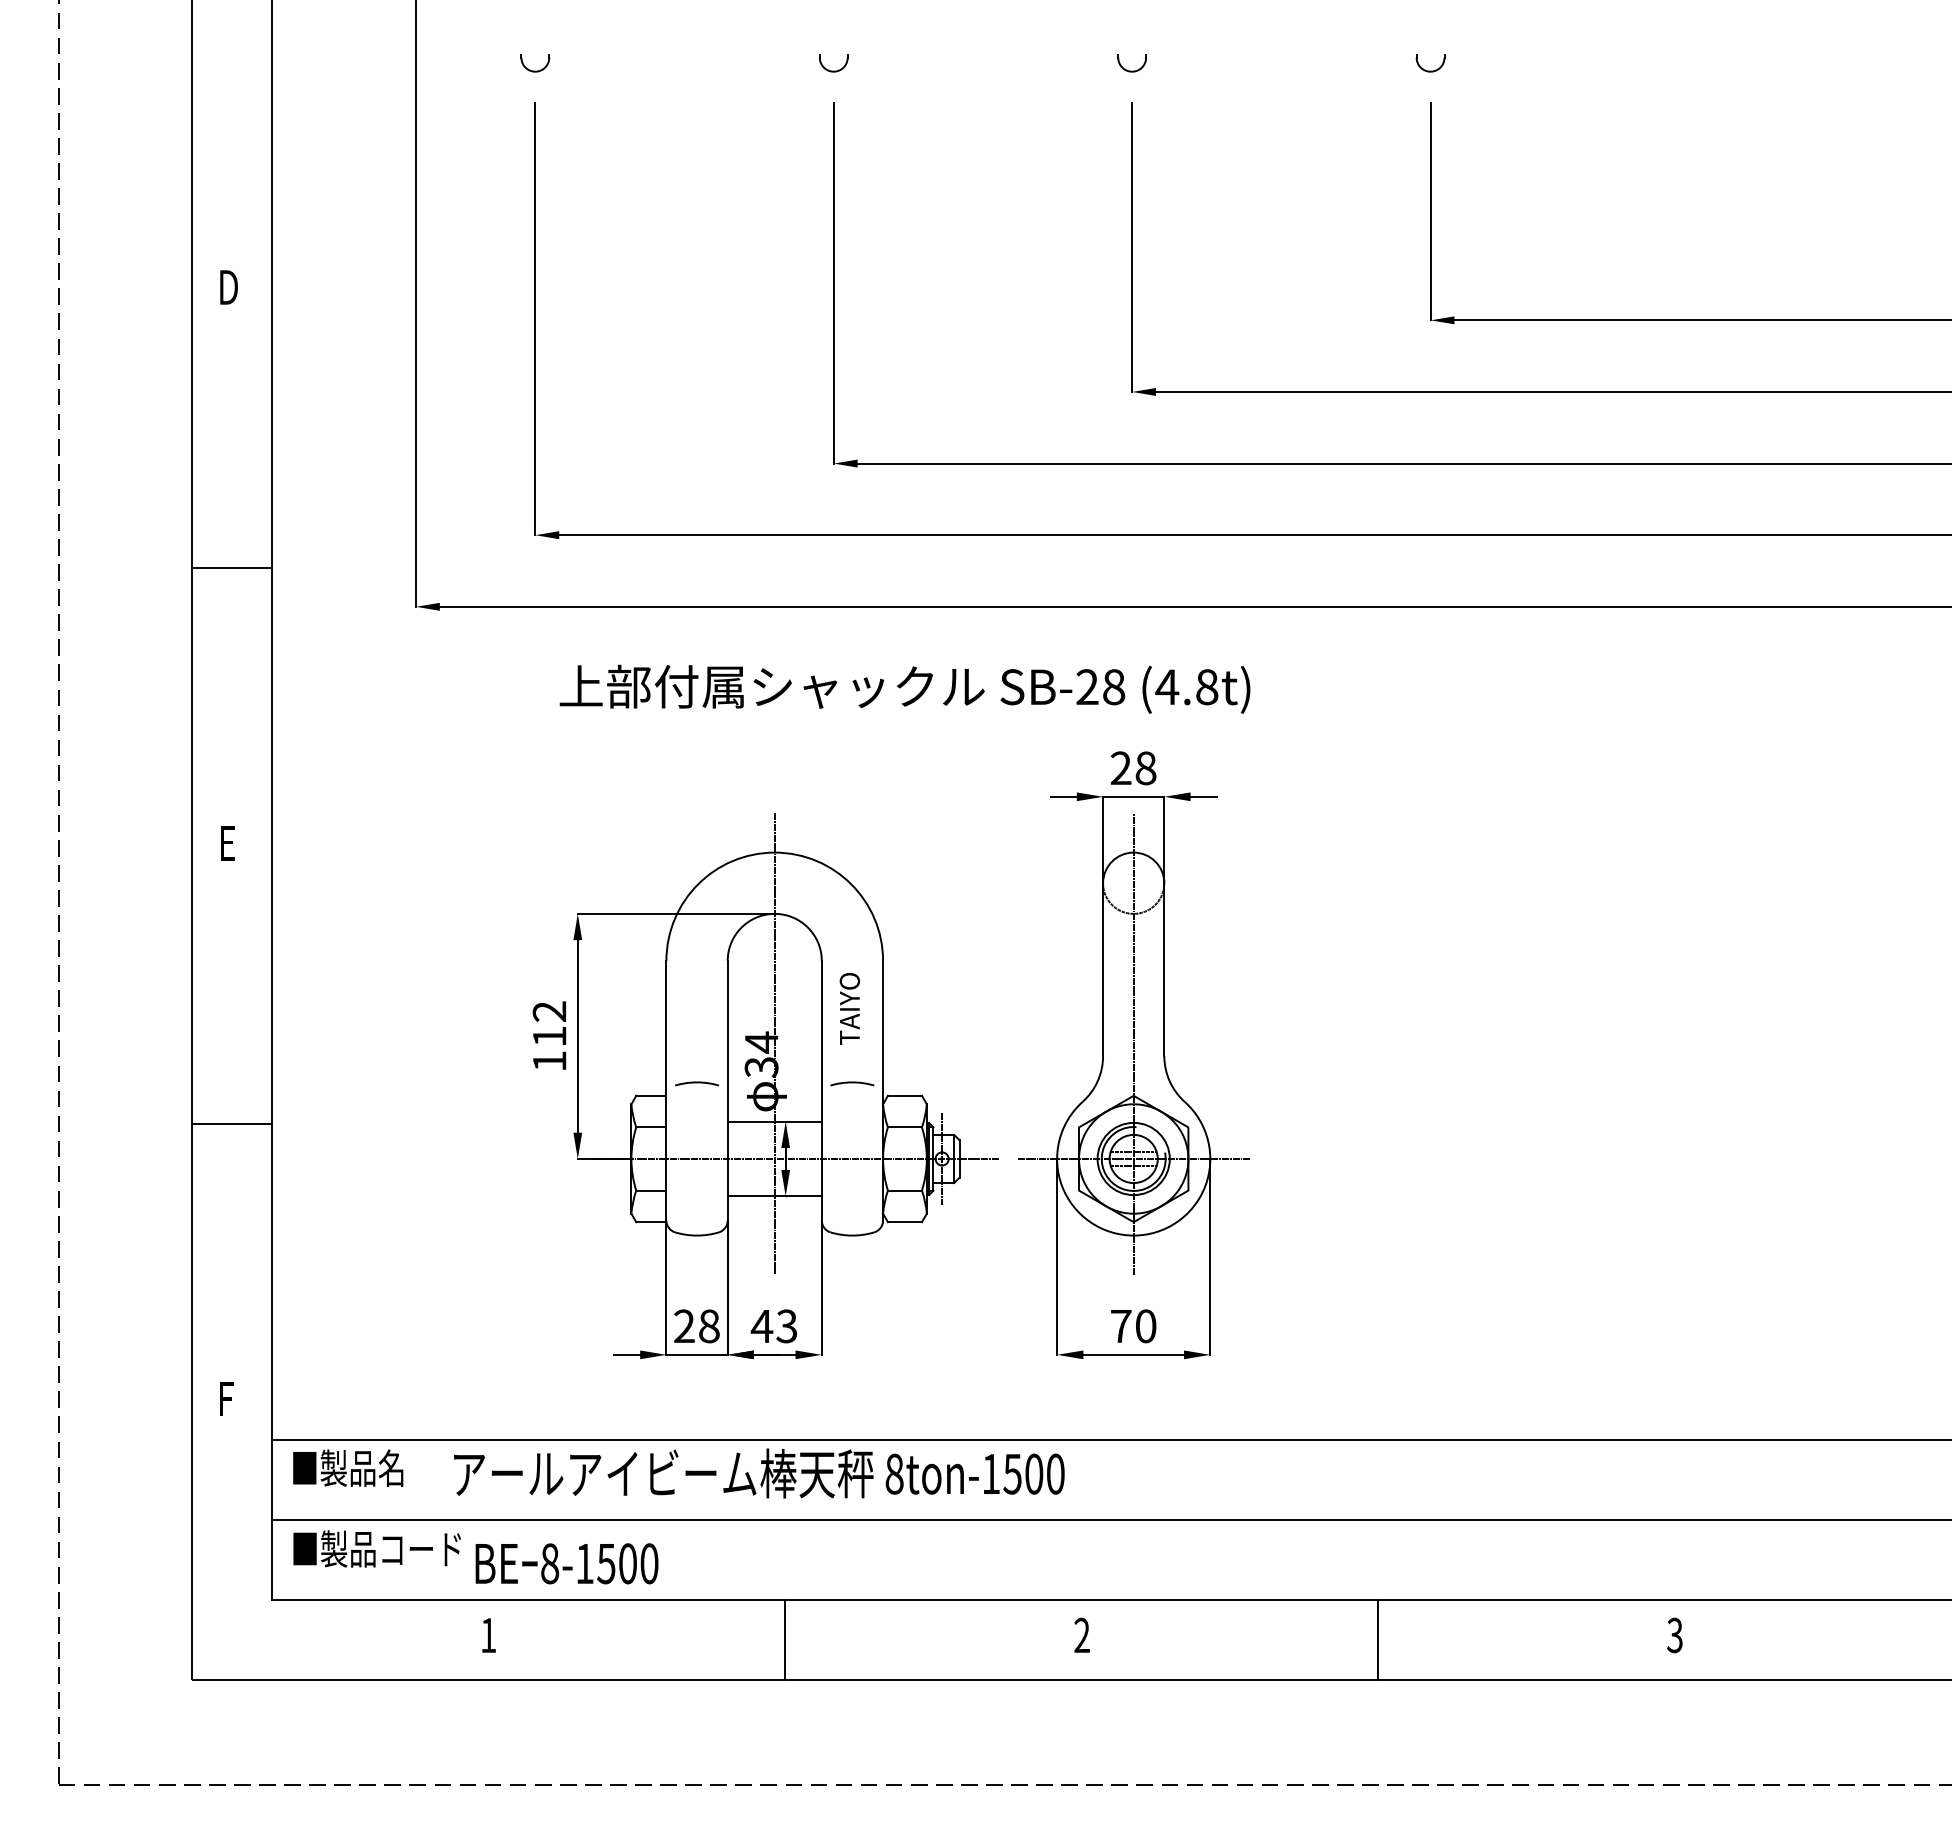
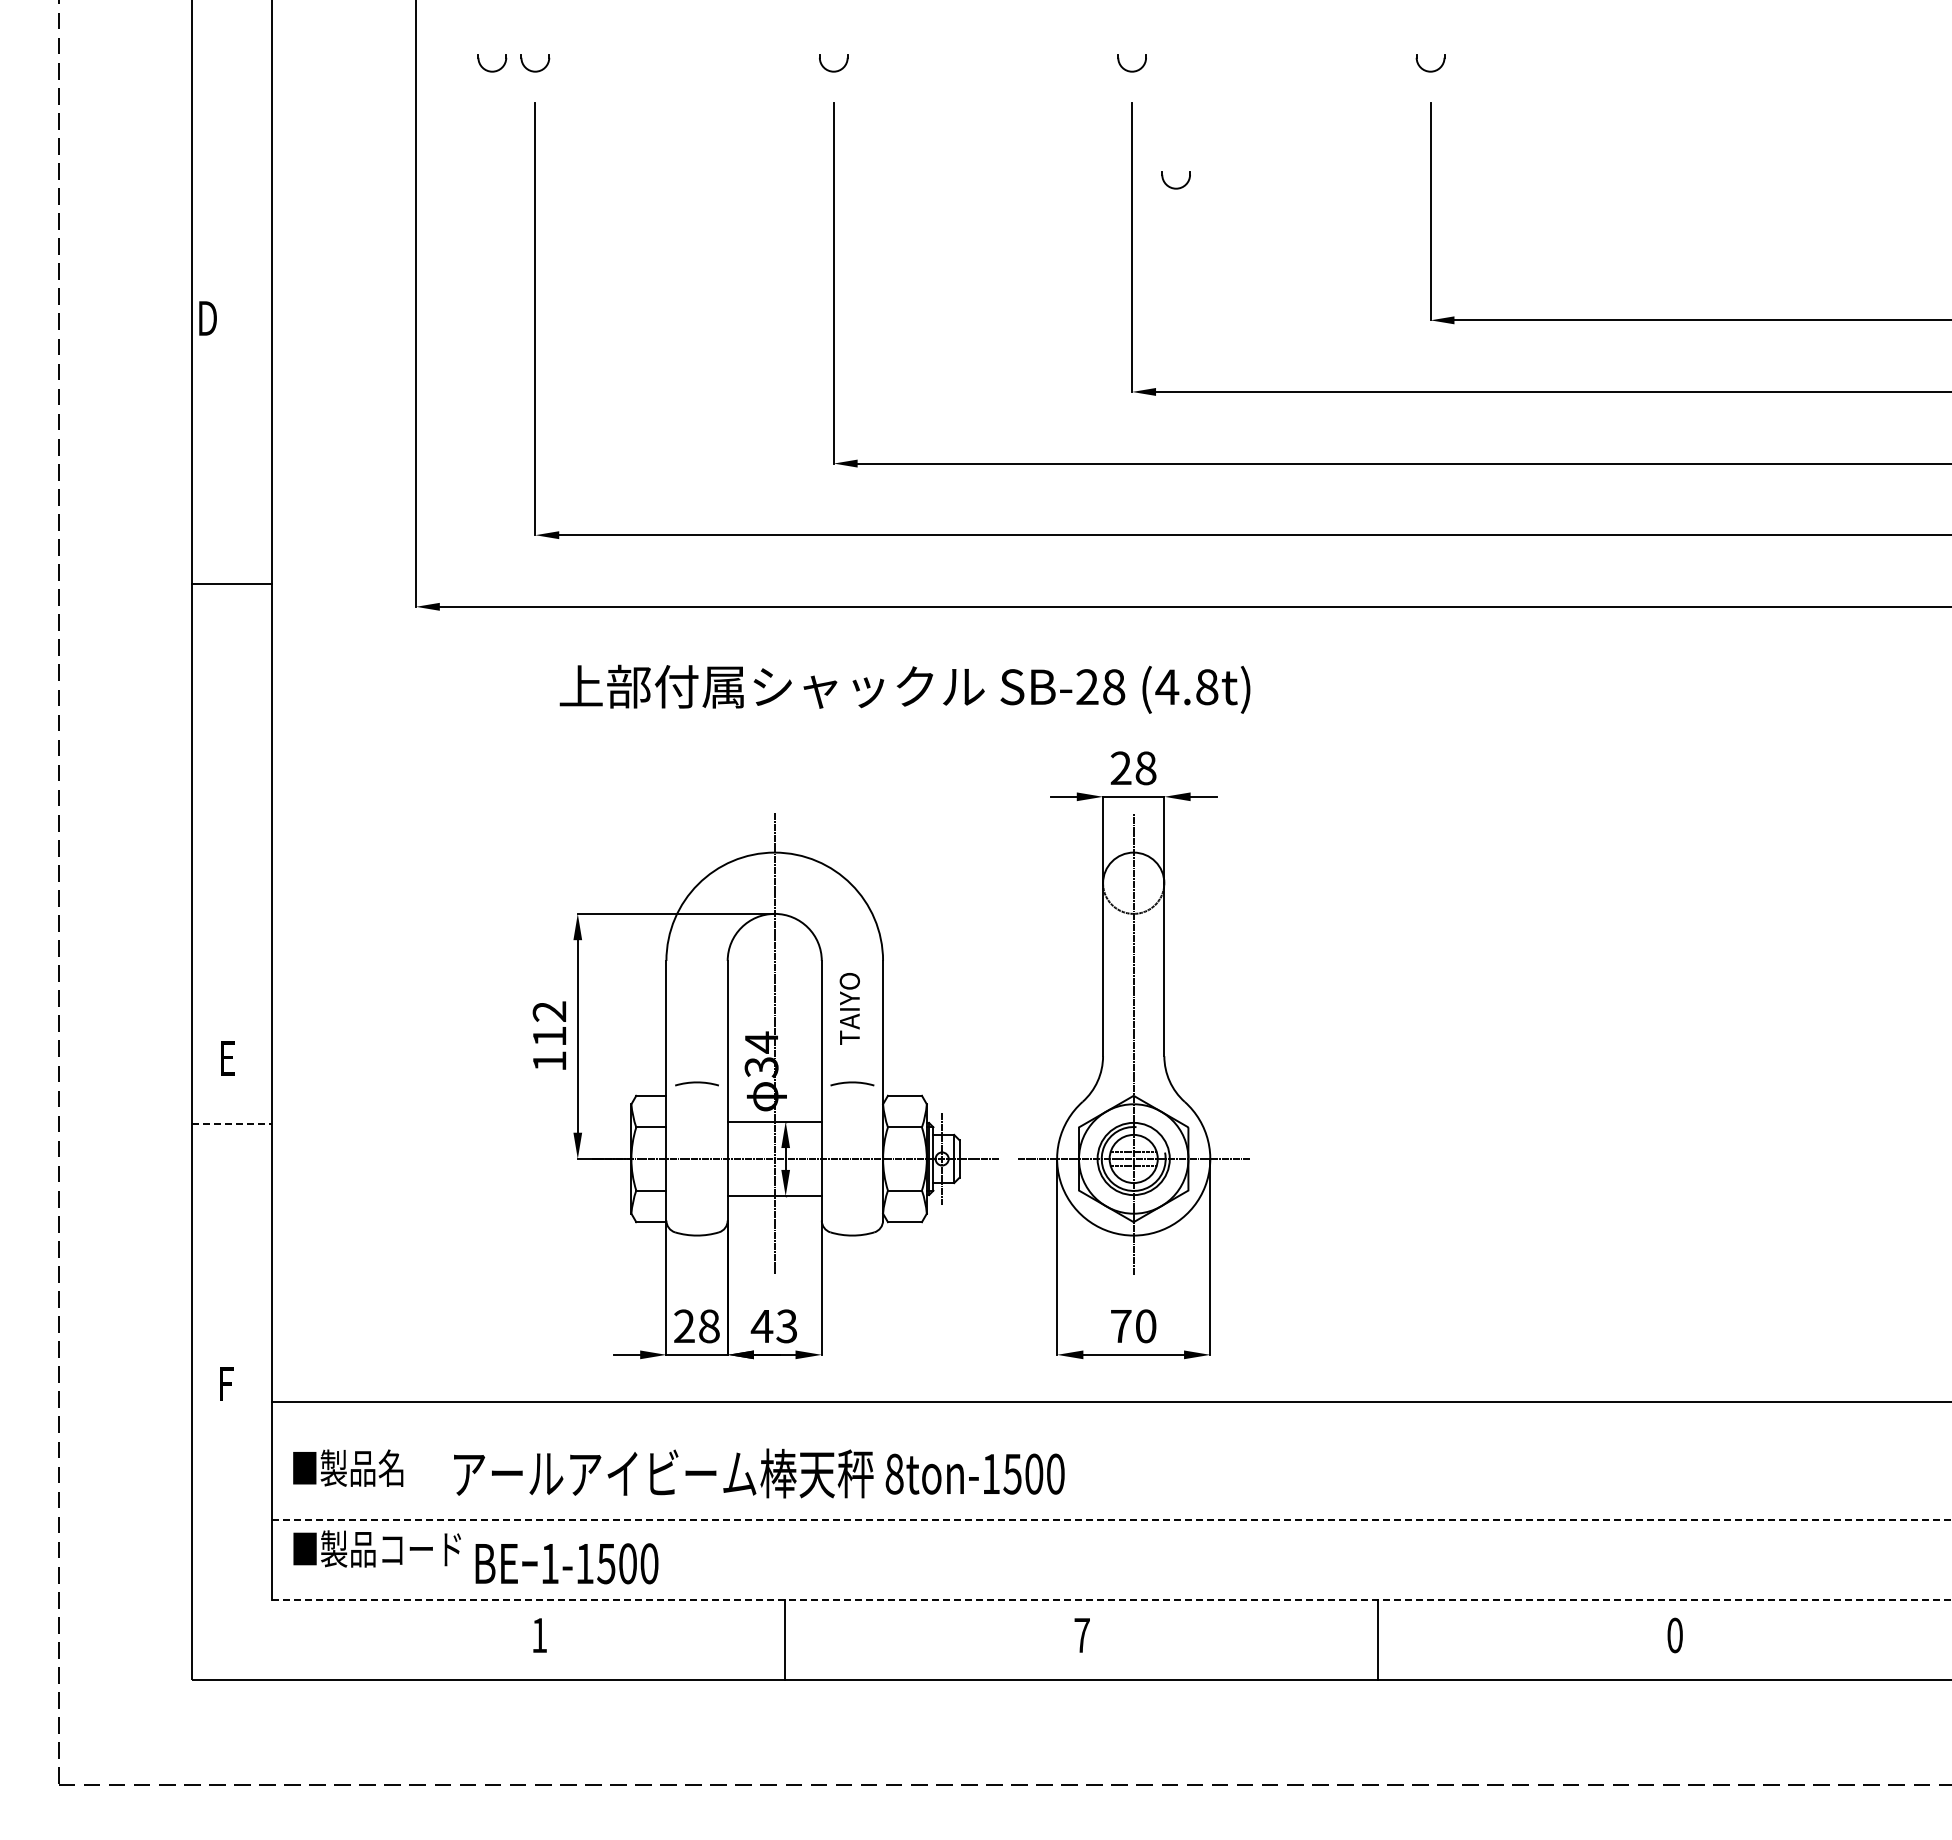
part at (492, 70): none -> present
part at (1175, 187): none -> present
text at (228, 287) position: (228, 287) -> (207, 318)
line at (232, 568) position: (232, 568) -> (232, 584)
text at (227, 843) position: (227, 843) -> (227, 1058)
line at (232, 1124): solid -> dashed
text at (226, 1398) position: (226, 1398) -> (226, 1383)
line at (1110, 1440) position: (1110, 1440) -> (1110, 1402)
line at (1112, 1519): solid -> dashed
text at (550, 1563): 8-1500 -> 1-1500
line at (1112, 1599): solid -> dashed
text at (1081, 1634): 2 -> 7
text at (488, 1635) position: (488, 1635) -> (539, 1635)
text at (1674, 1635): 3 -> 0
